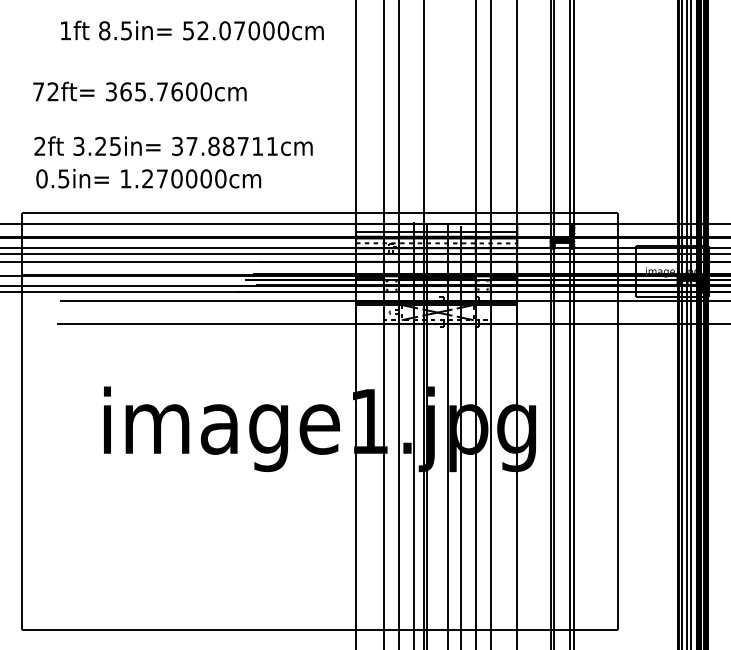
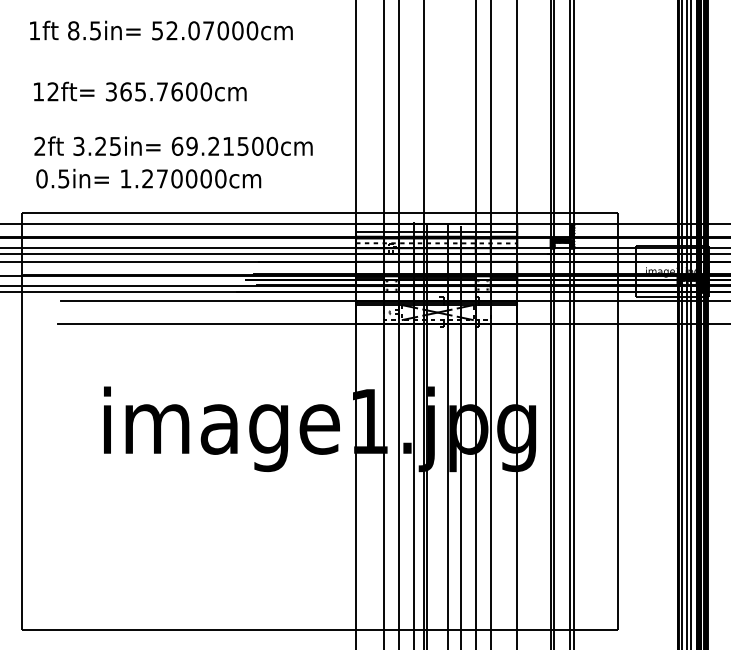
text at (192, 30) position: (192, 30) -> (161, 30)
text at (38, 91): 72ft= -> 12ft=
text at (224, 145): 37.88711cm -> 69.21500cm
